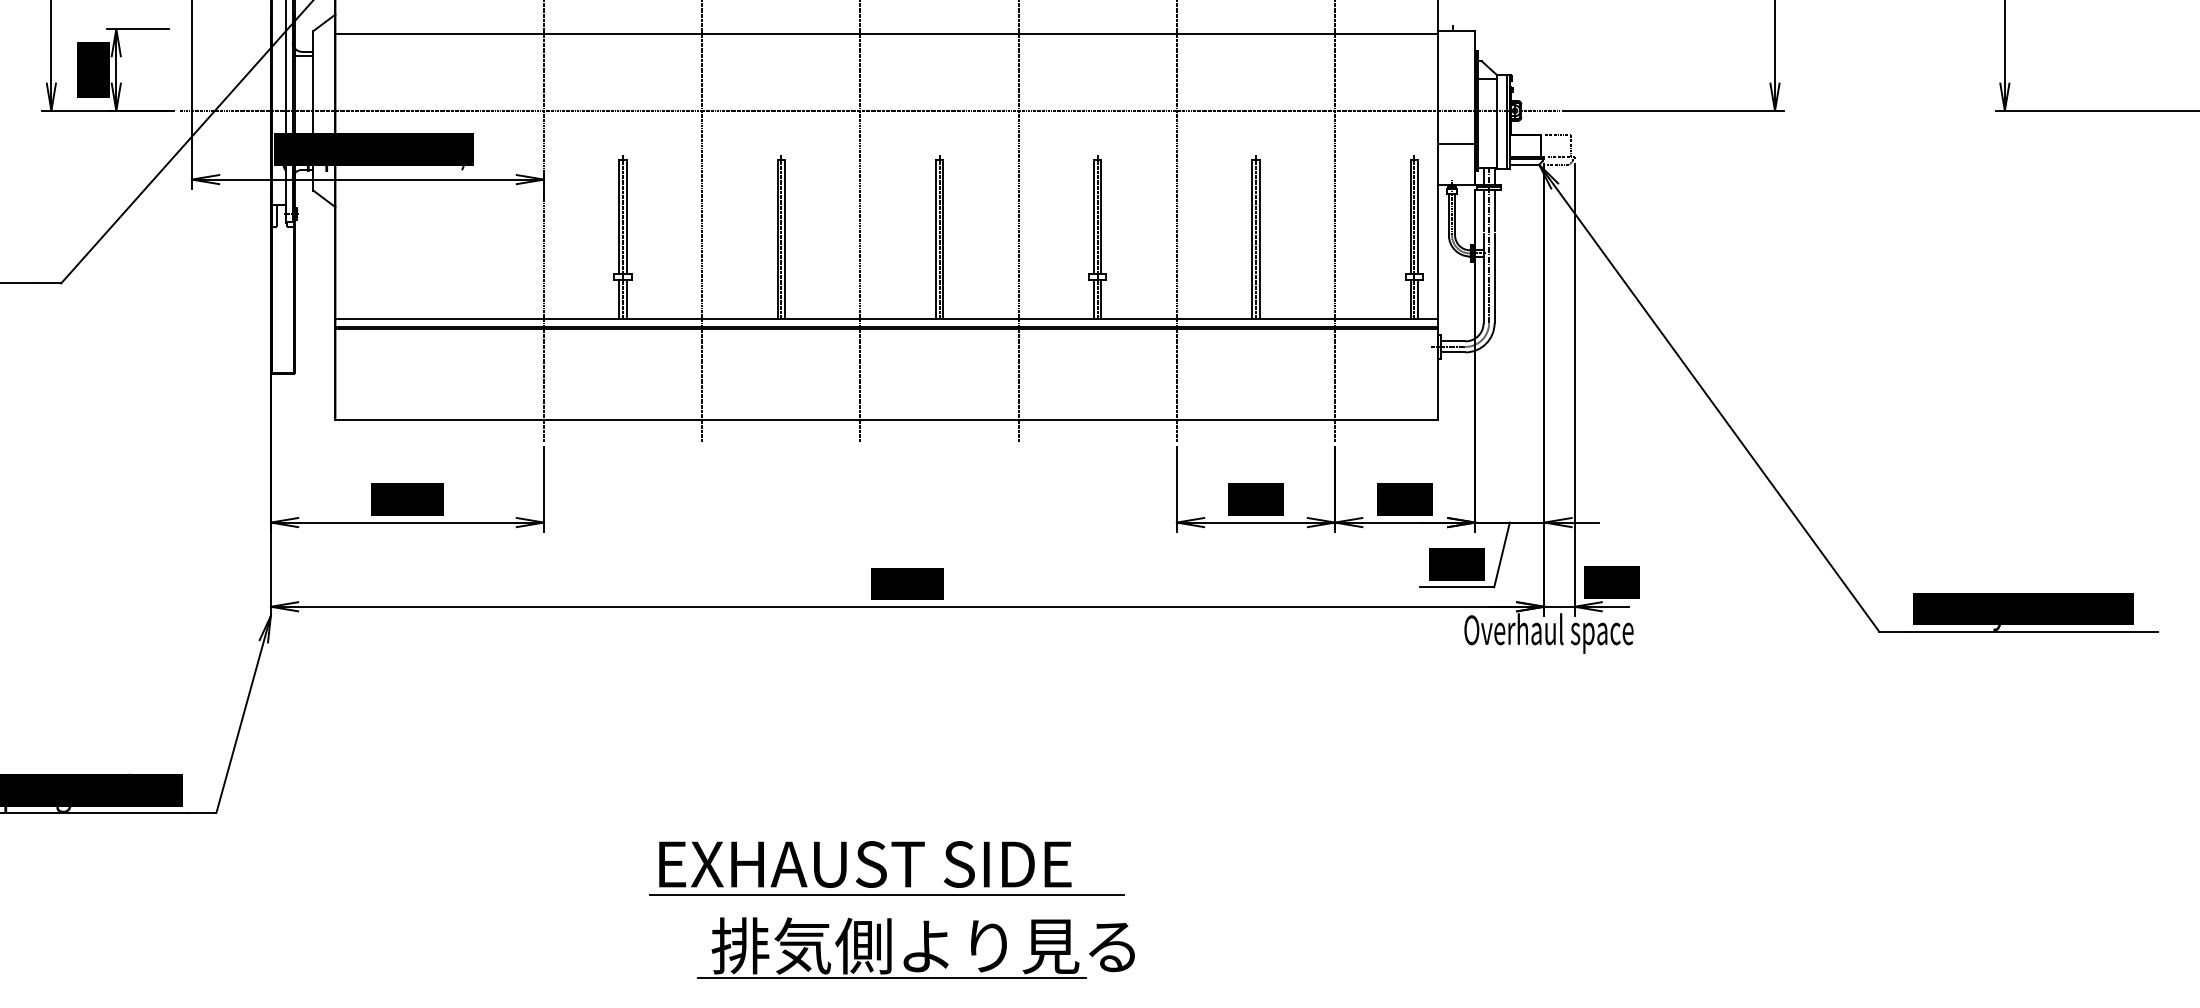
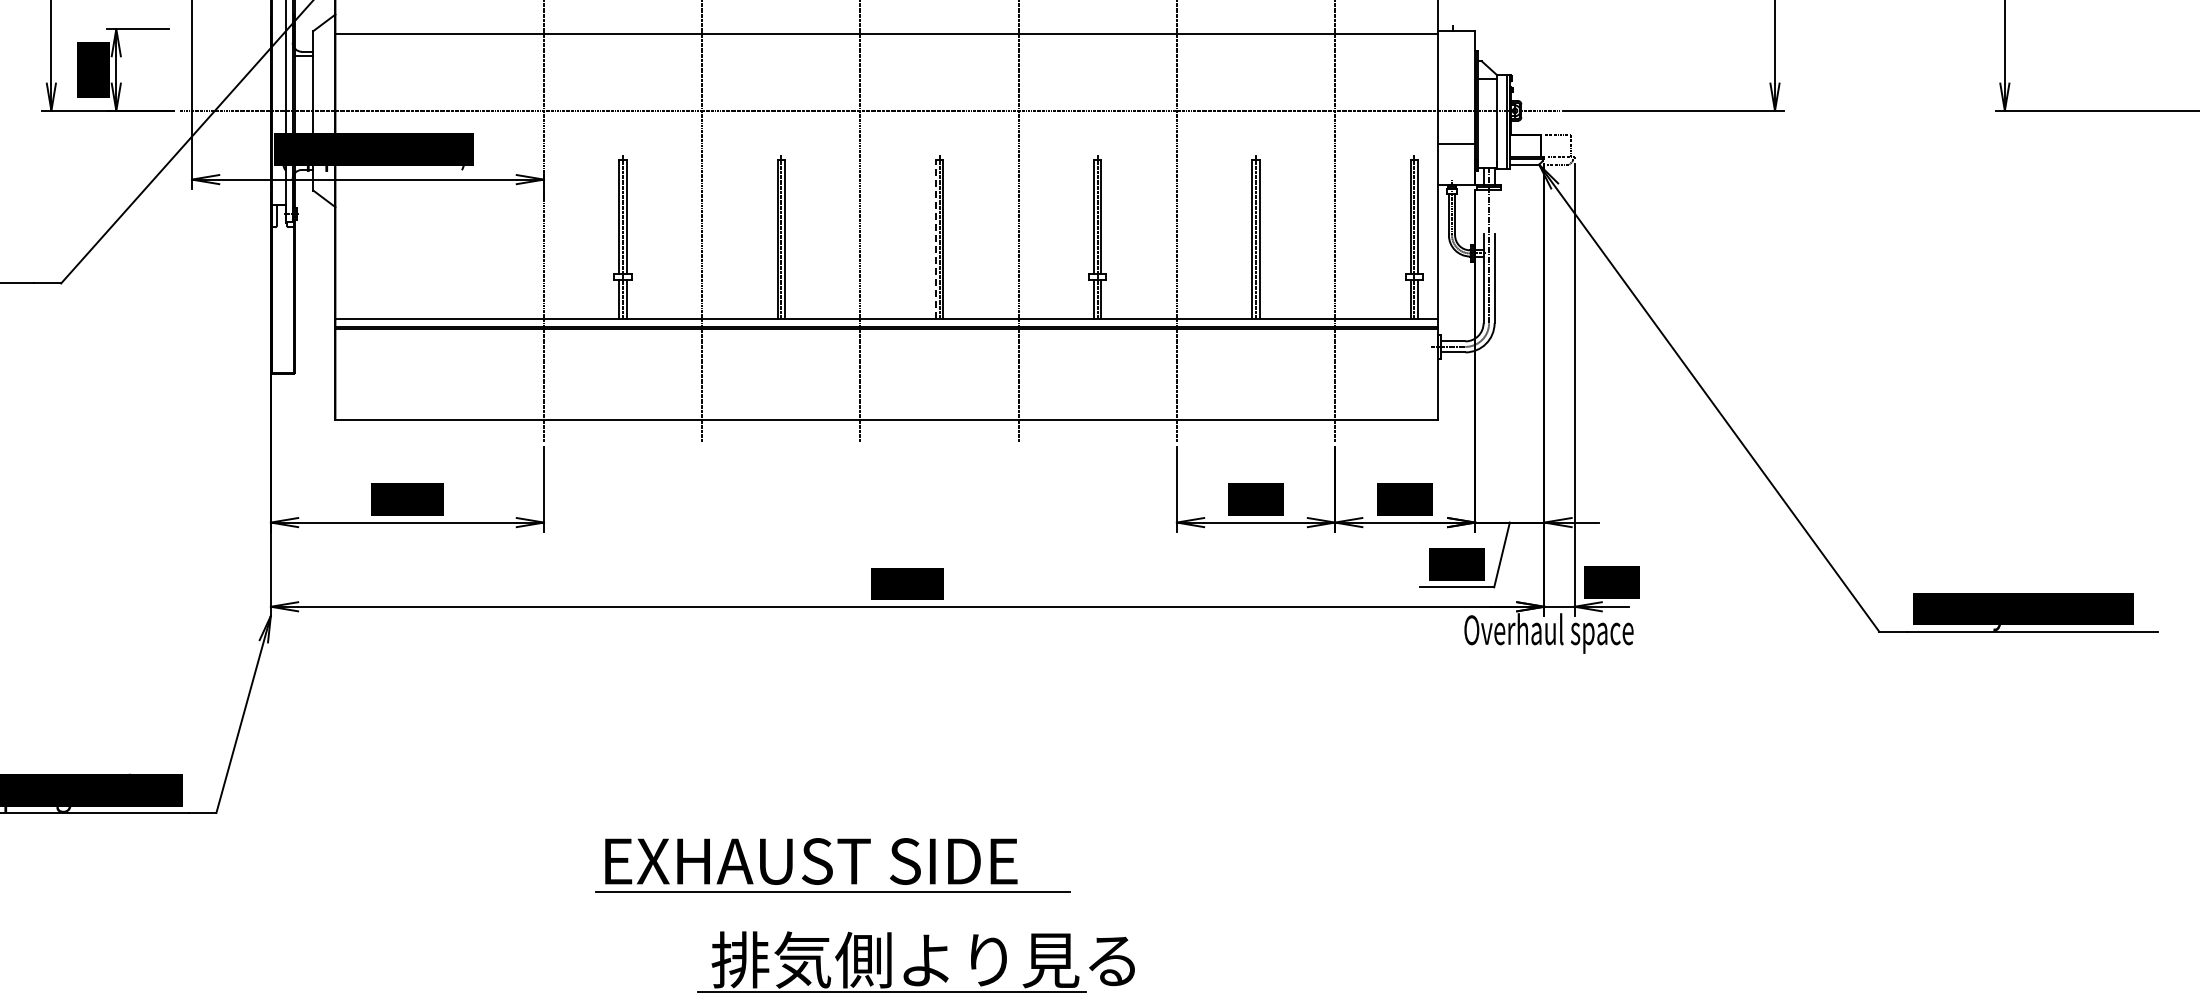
line at (1483, 210): present -> none
line at (1494, 210): present -> none
line at (935, 239): solid -> dashed
part at (886, 868) position: (886, 868) -> (832, 865)
part at (915, 947) position: (915, 947) -> (915, 961)
